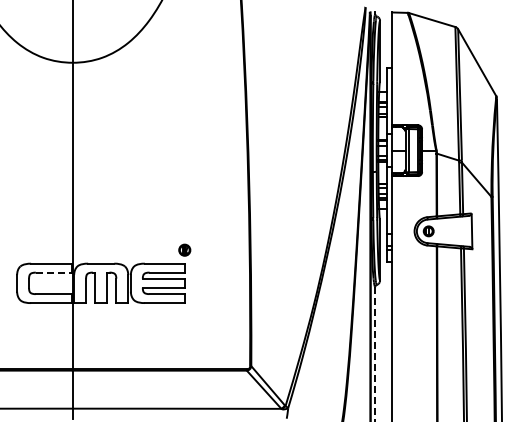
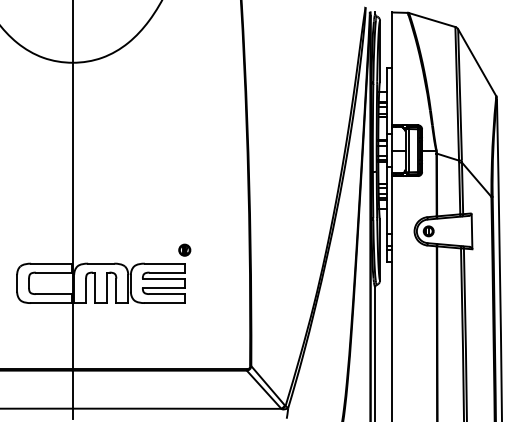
line at (53, 272): dashed -> solid
line at (375, 354): dashed -> solid
